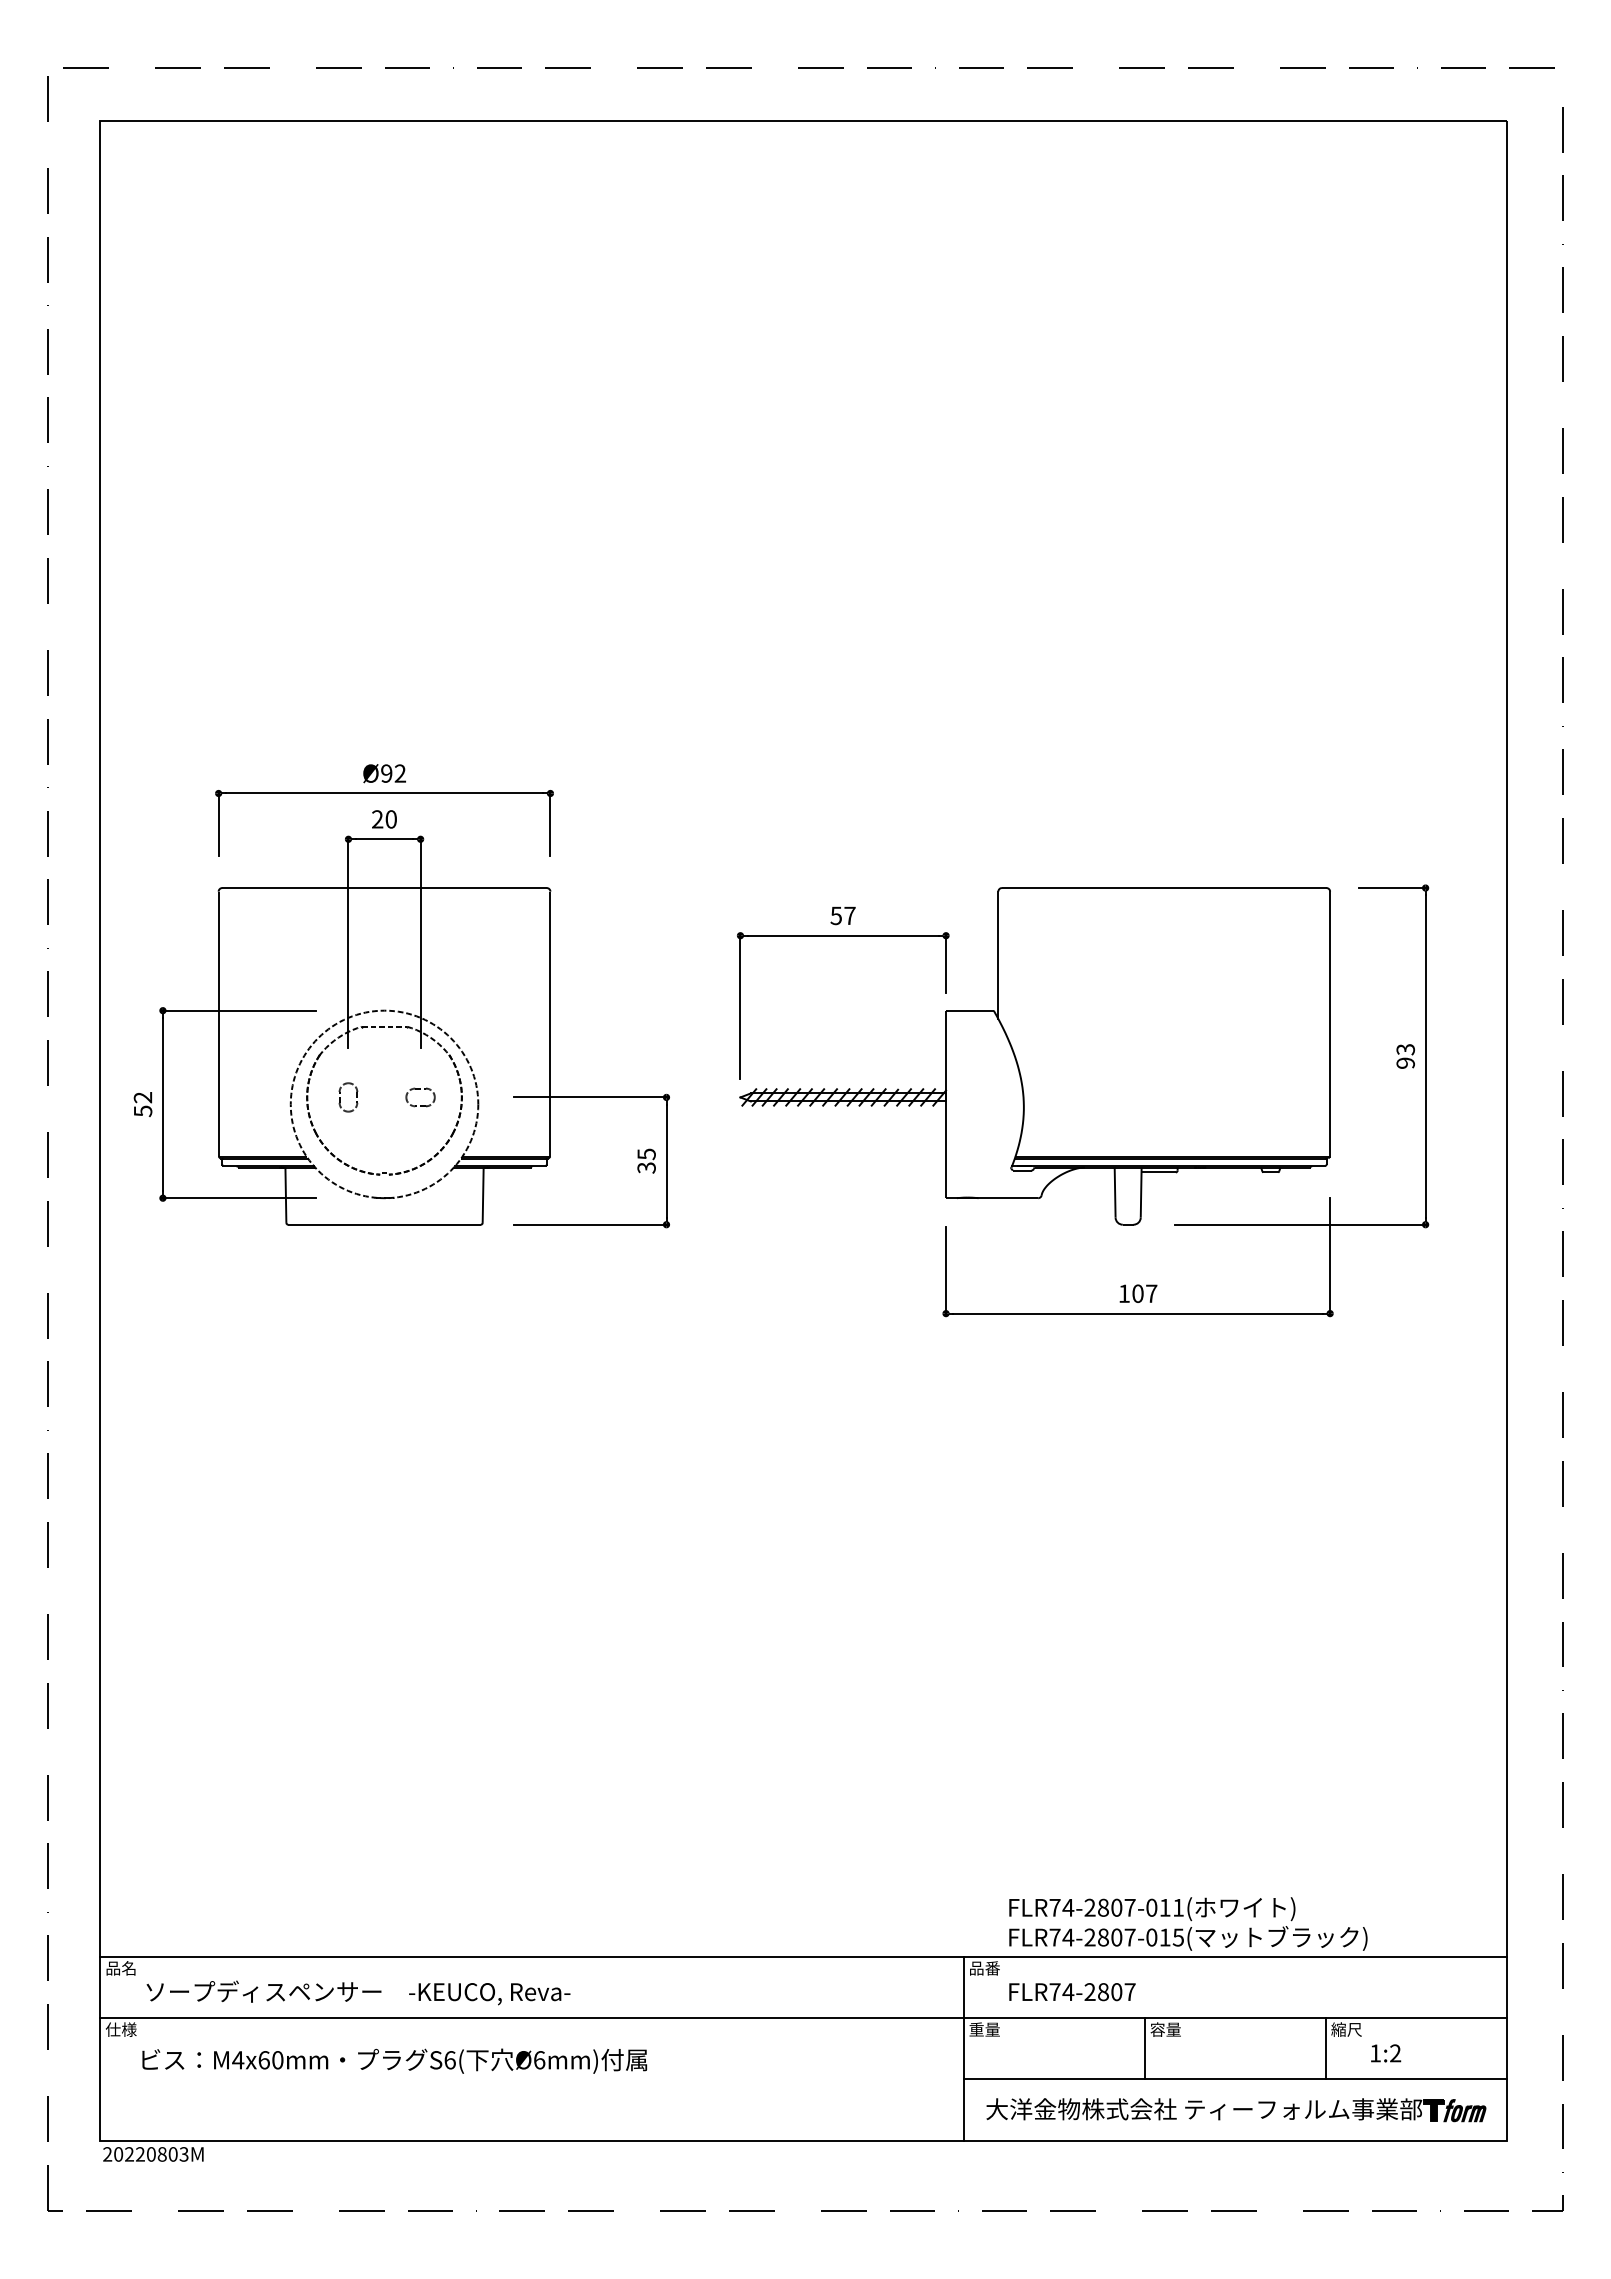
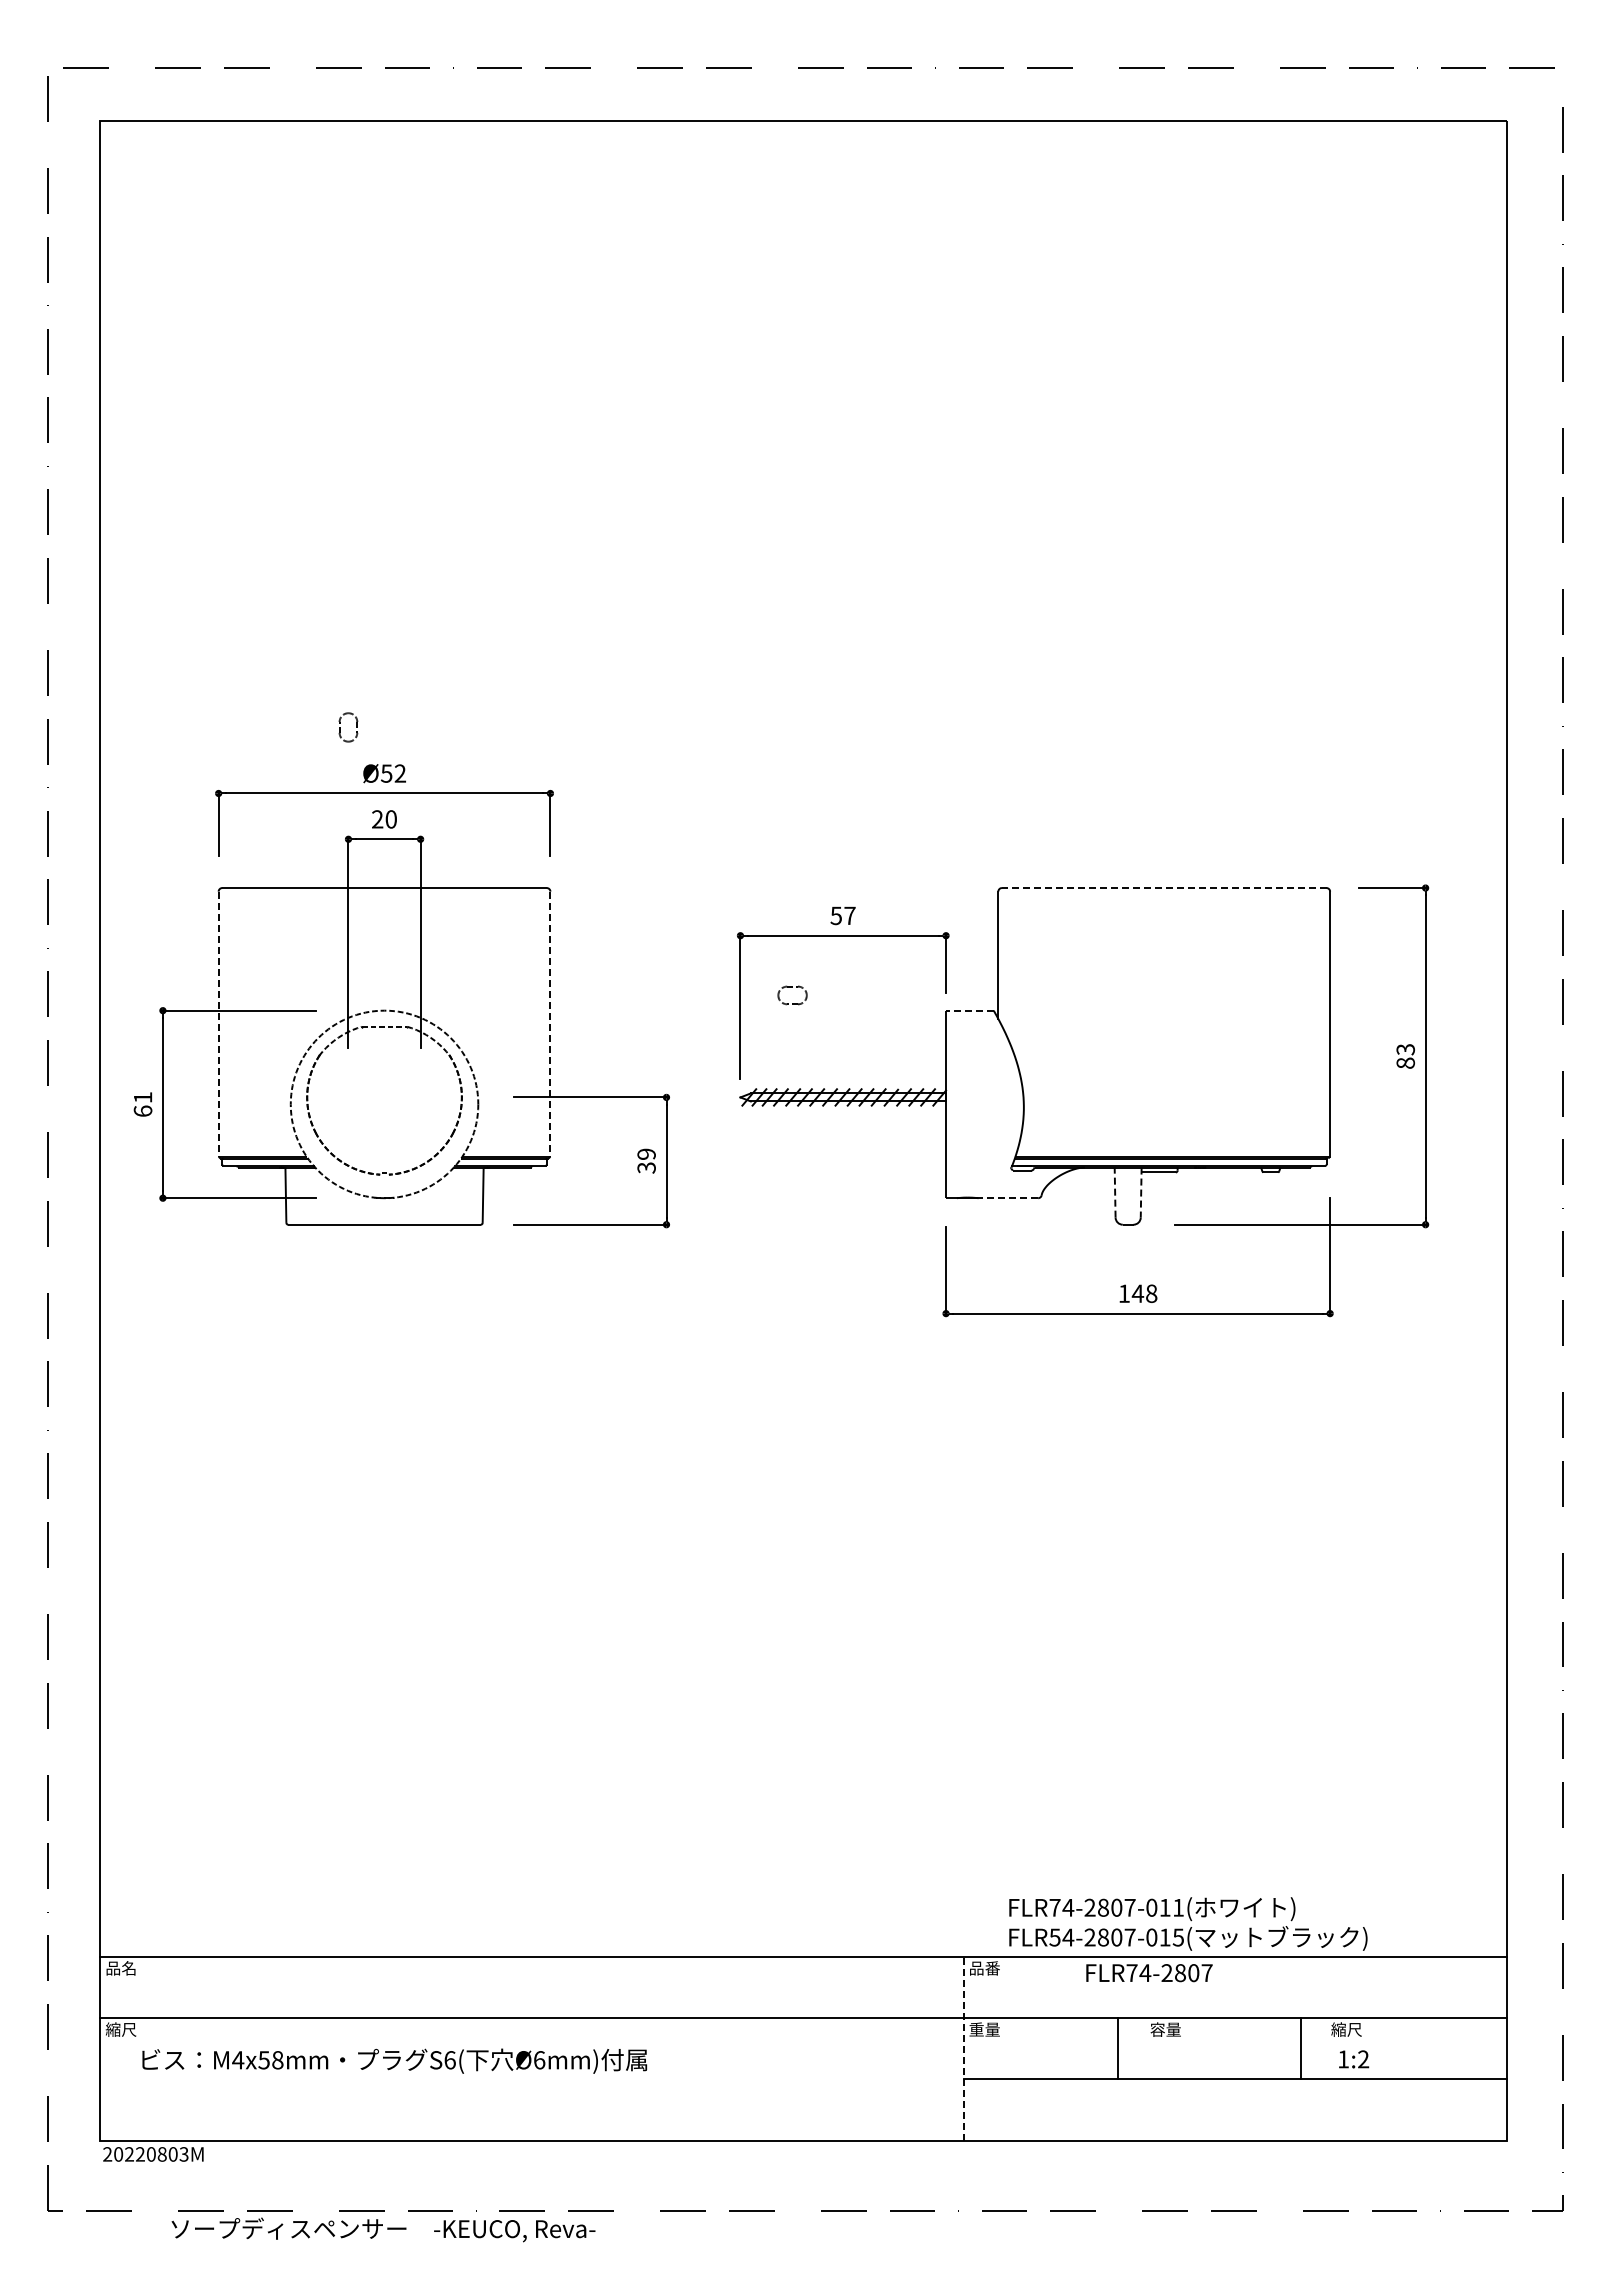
text at (386, 773): Ø92 -> Ø52
line at (1163, 888): solid -> dashed
line at (969, 1010): solid -> dashed
line at (218, 1024): solid -> dashed
line at (550, 1024): solid -> dashed
text at (1405, 1062): 93 -> 83
part at (420, 1089) position: (420, 1089) -> (792, 987)
part at (340, 1097) position: (340, 1097) -> (340, 727)
text at (142, 1104): 52 -> 61
text at (646, 1154): 35 -> 39
line at (1115, 1192): solid -> dashed
line at (1141, 1193): solid -> dashed
line at (1007, 1198): solid -> dashed
text at (1144, 1293): 107 -> 148
text at (1054, 1937): FLR74-2807-015( -> FLR54-2807-015(
text at (358, 1992) position: (358, 1992) -> (383, 2229)
text at (1072, 1992) position: (1072, 1992) -> (1149, 1973)
text at (120, 2029): 仕様 -> 縮尺
line at (963, 2048): solid -> dashed
line at (1144, 2048) position: (1144, 2048) -> (1117, 2048)
line at (1325, 2048) position: (1325, 2048) -> (1300, 2048)
text at (1386, 2053) position: (1386, 2053) -> (1354, 2059)
text at (270, 2060): M4x60mm -> M4x58mm
part at (1236, 2110): present -> none
